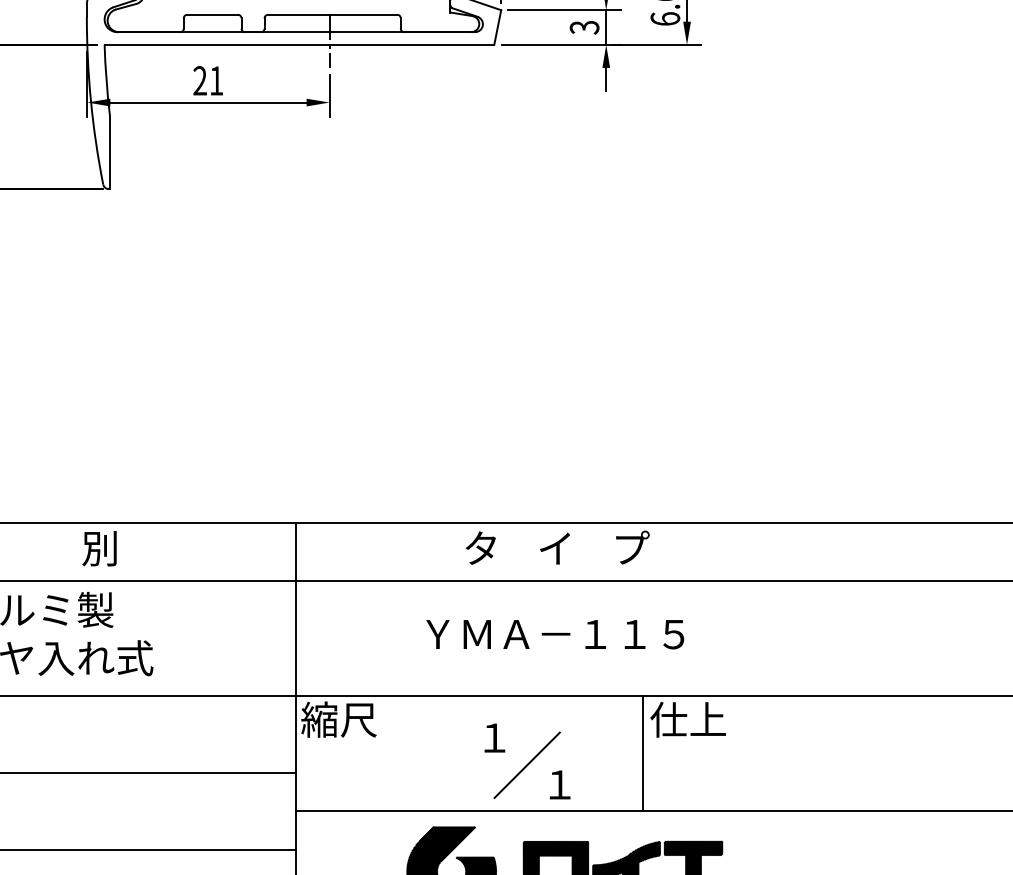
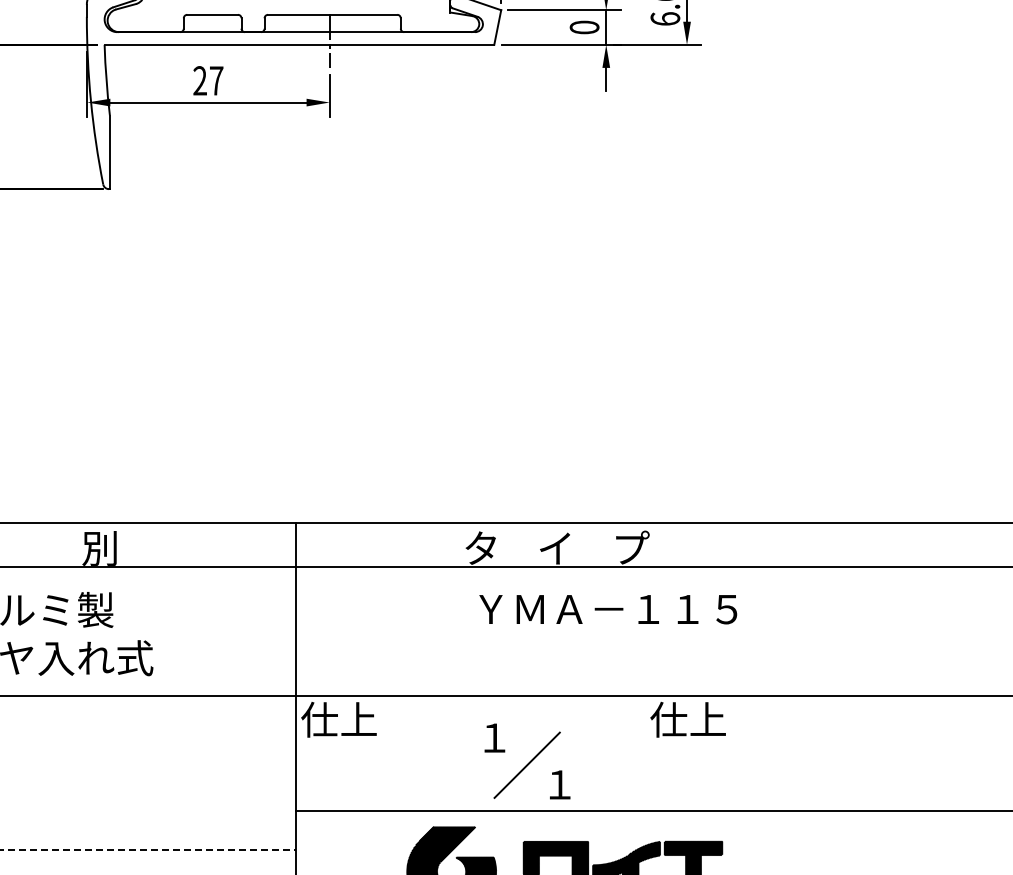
text at (584, 27): 3 -> 0
text at (216, 80): 21 -> 27
line at (505, 580) position: (505, 580) -> (505, 566)
text at (555, 634) position: (555, 634) -> (608, 609)
text at (338, 719): 縮尺 -> 仕上
line at (642, 753): present -> none
line at (149, 772): present -> none
line at (148, 849): solid -> dashed
